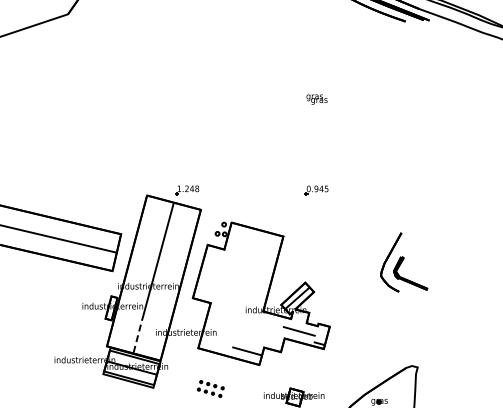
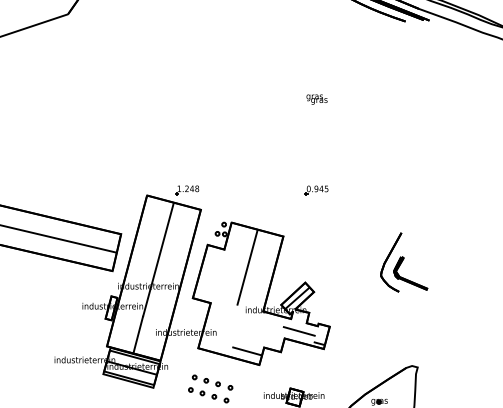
line at (247, 267): none -> present
line at (138, 334): dashed -> solid
part at (210, 388) size: 29x18 px -> 46x30 px
